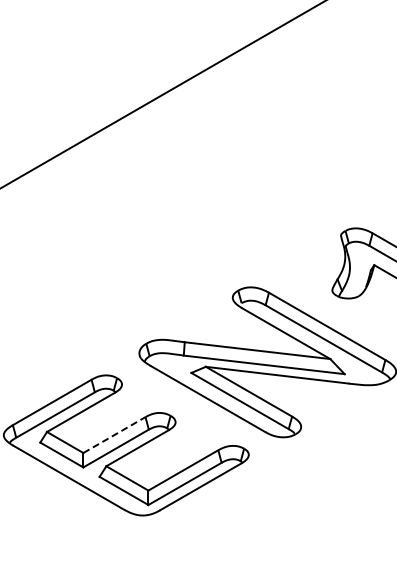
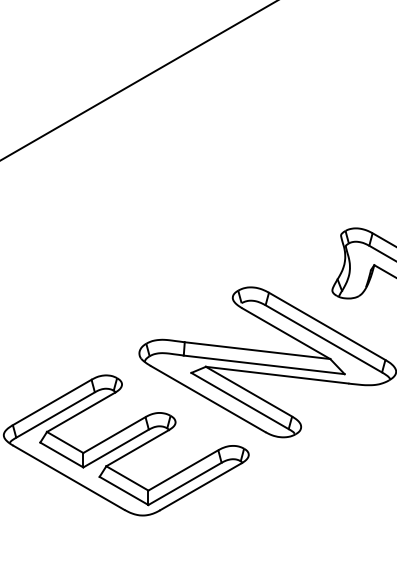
line at (162, 94) position: (162, 94) -> (138, 80)
line at (114, 435): dashed -> solid
